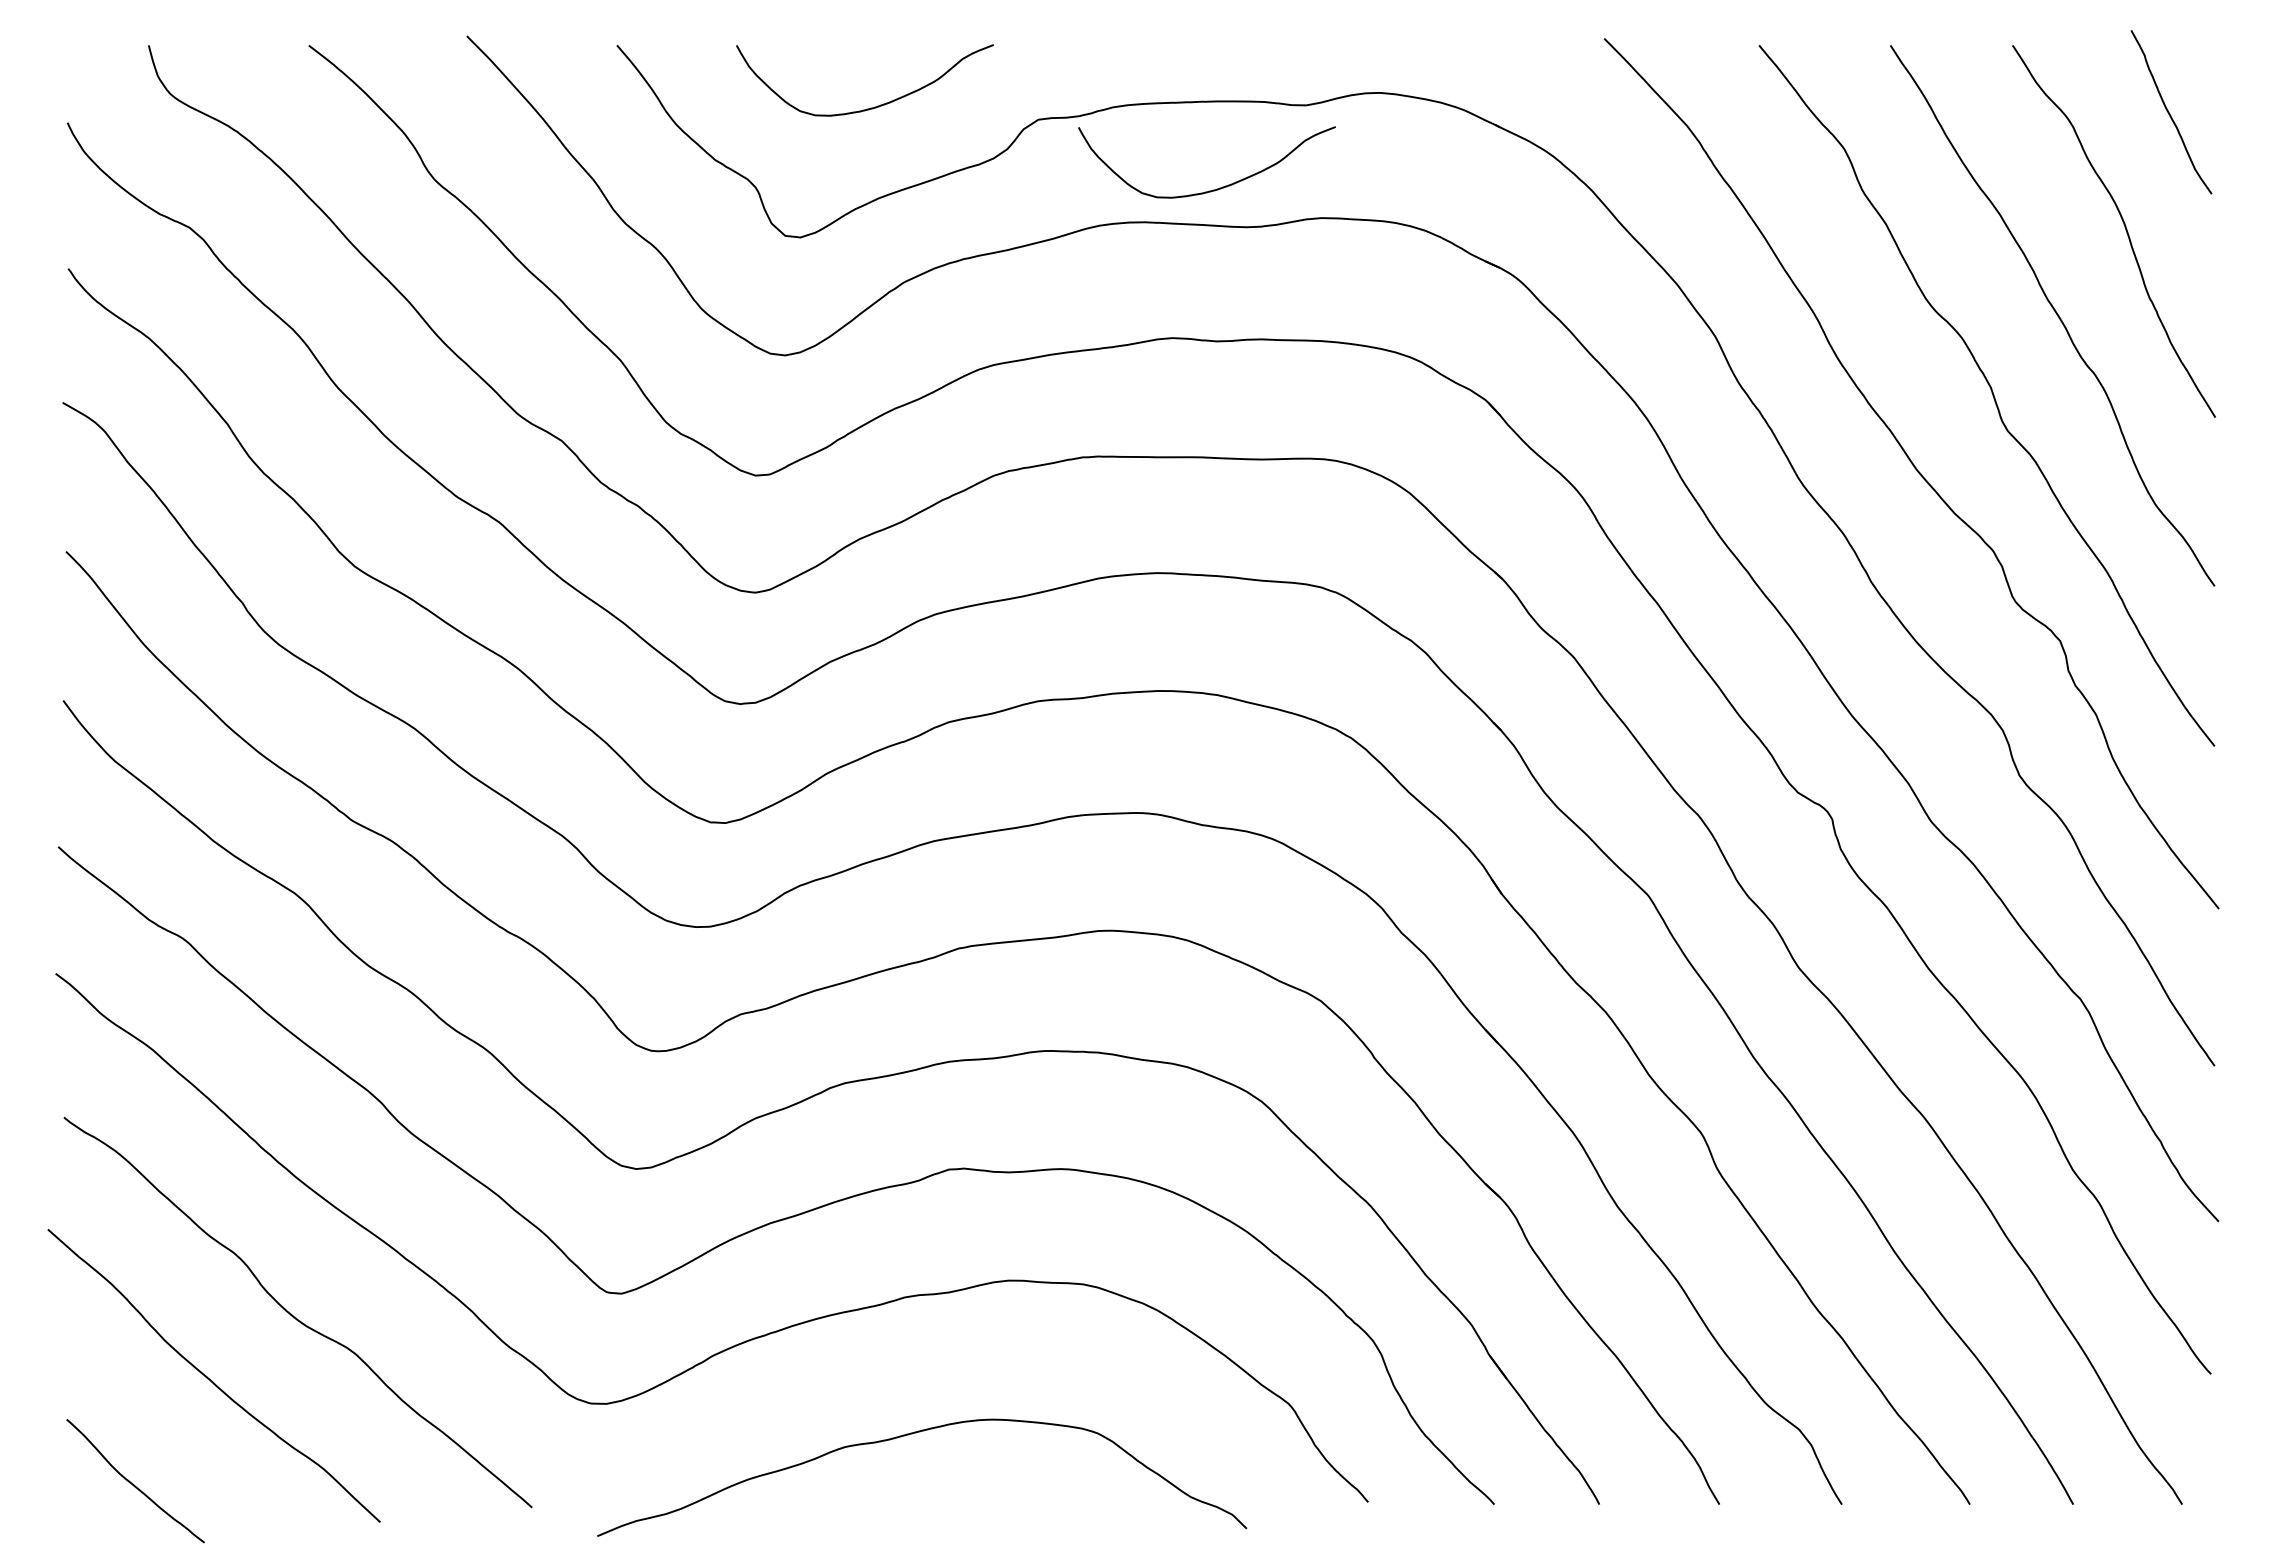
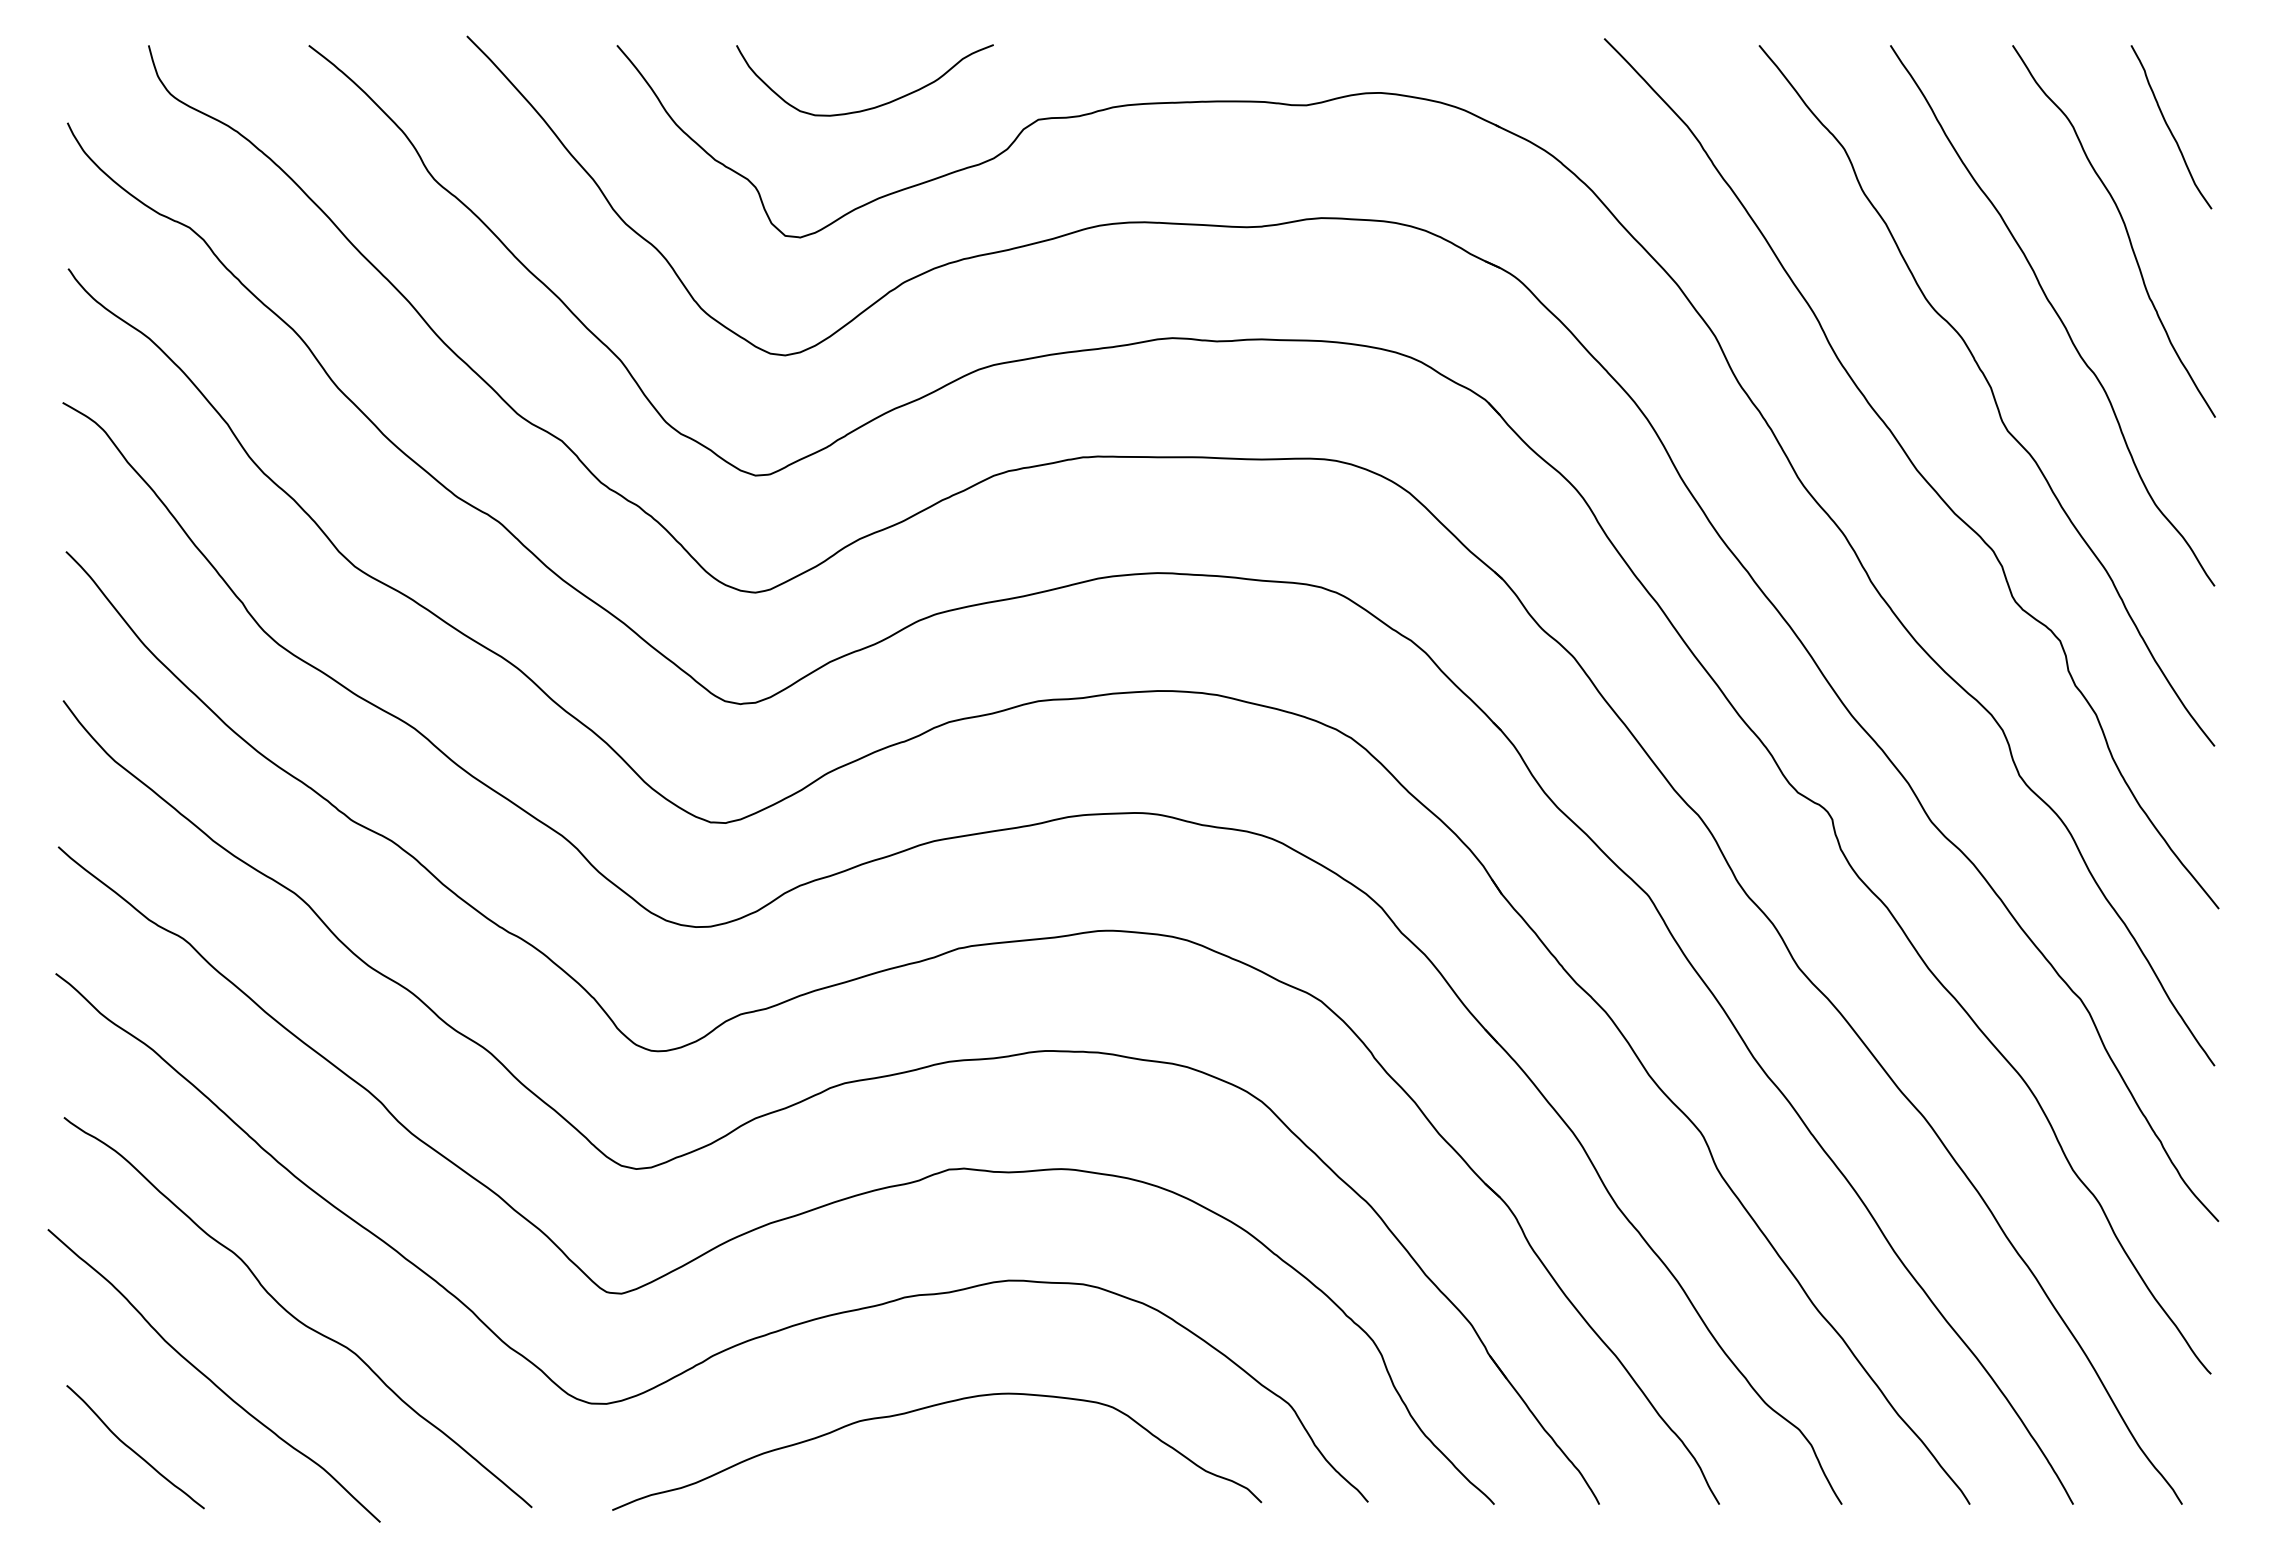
curve at (2170, 113) position: (2170, 113) -> (2170, 128)
curve at (1216, 188): present -> none
curve at (912, 1434) position: (912, 1434) -> (927, 1408)
curve at (133, 1483) position: (133, 1483) -> (133, 1449)
